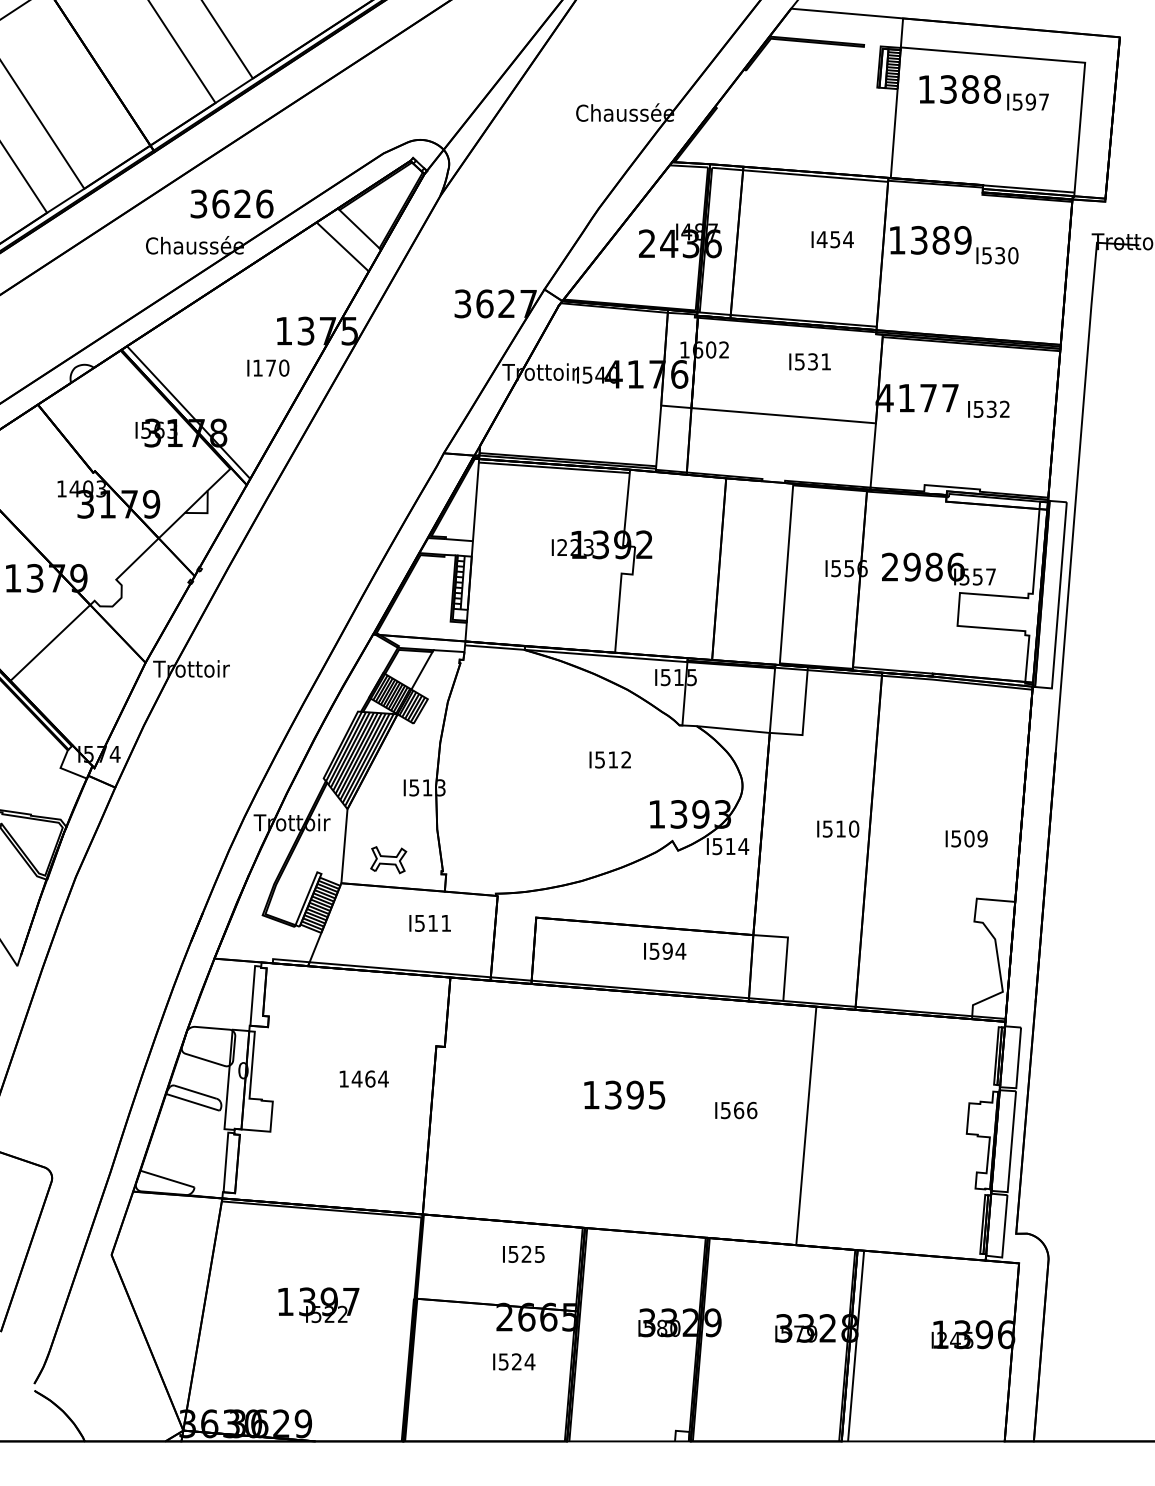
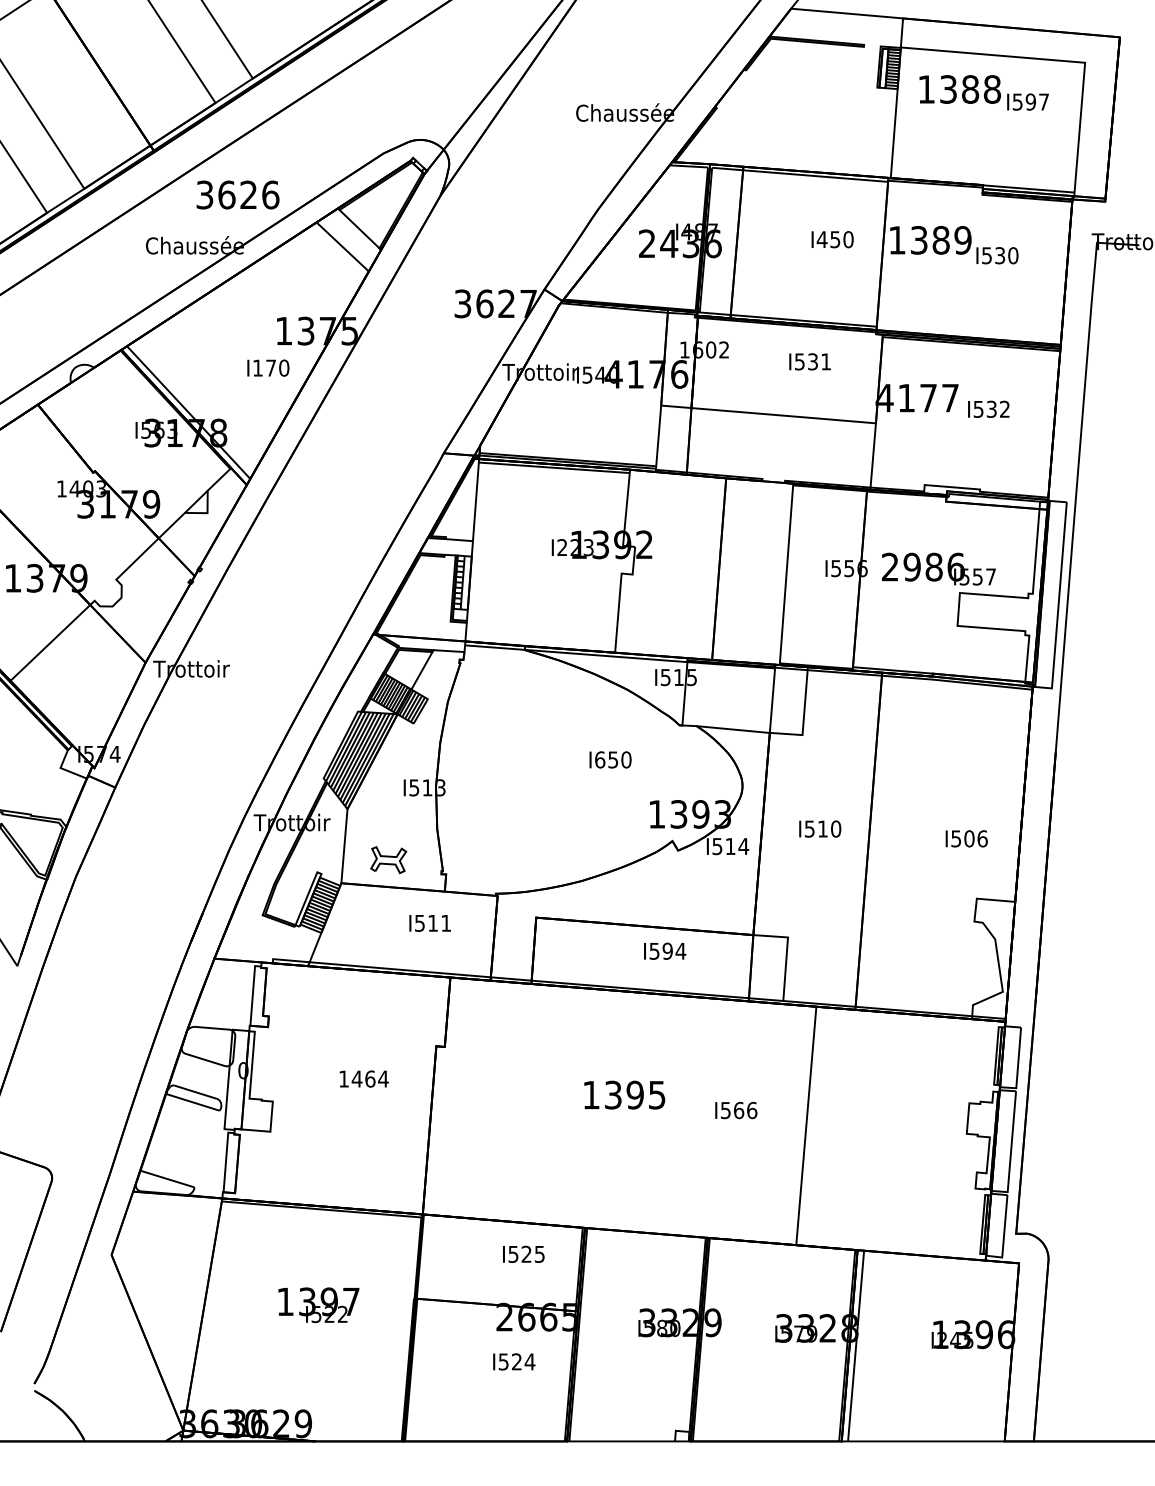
text at (231, 203) position: (231, 203) -> (237, 194)
text at (848, 239): I454 -> I450
text at (613, 759): I512 -> I650
text at (838, 828) position: (838, 828) -> (820, 828)
text at (982, 838): I509 -> I506
